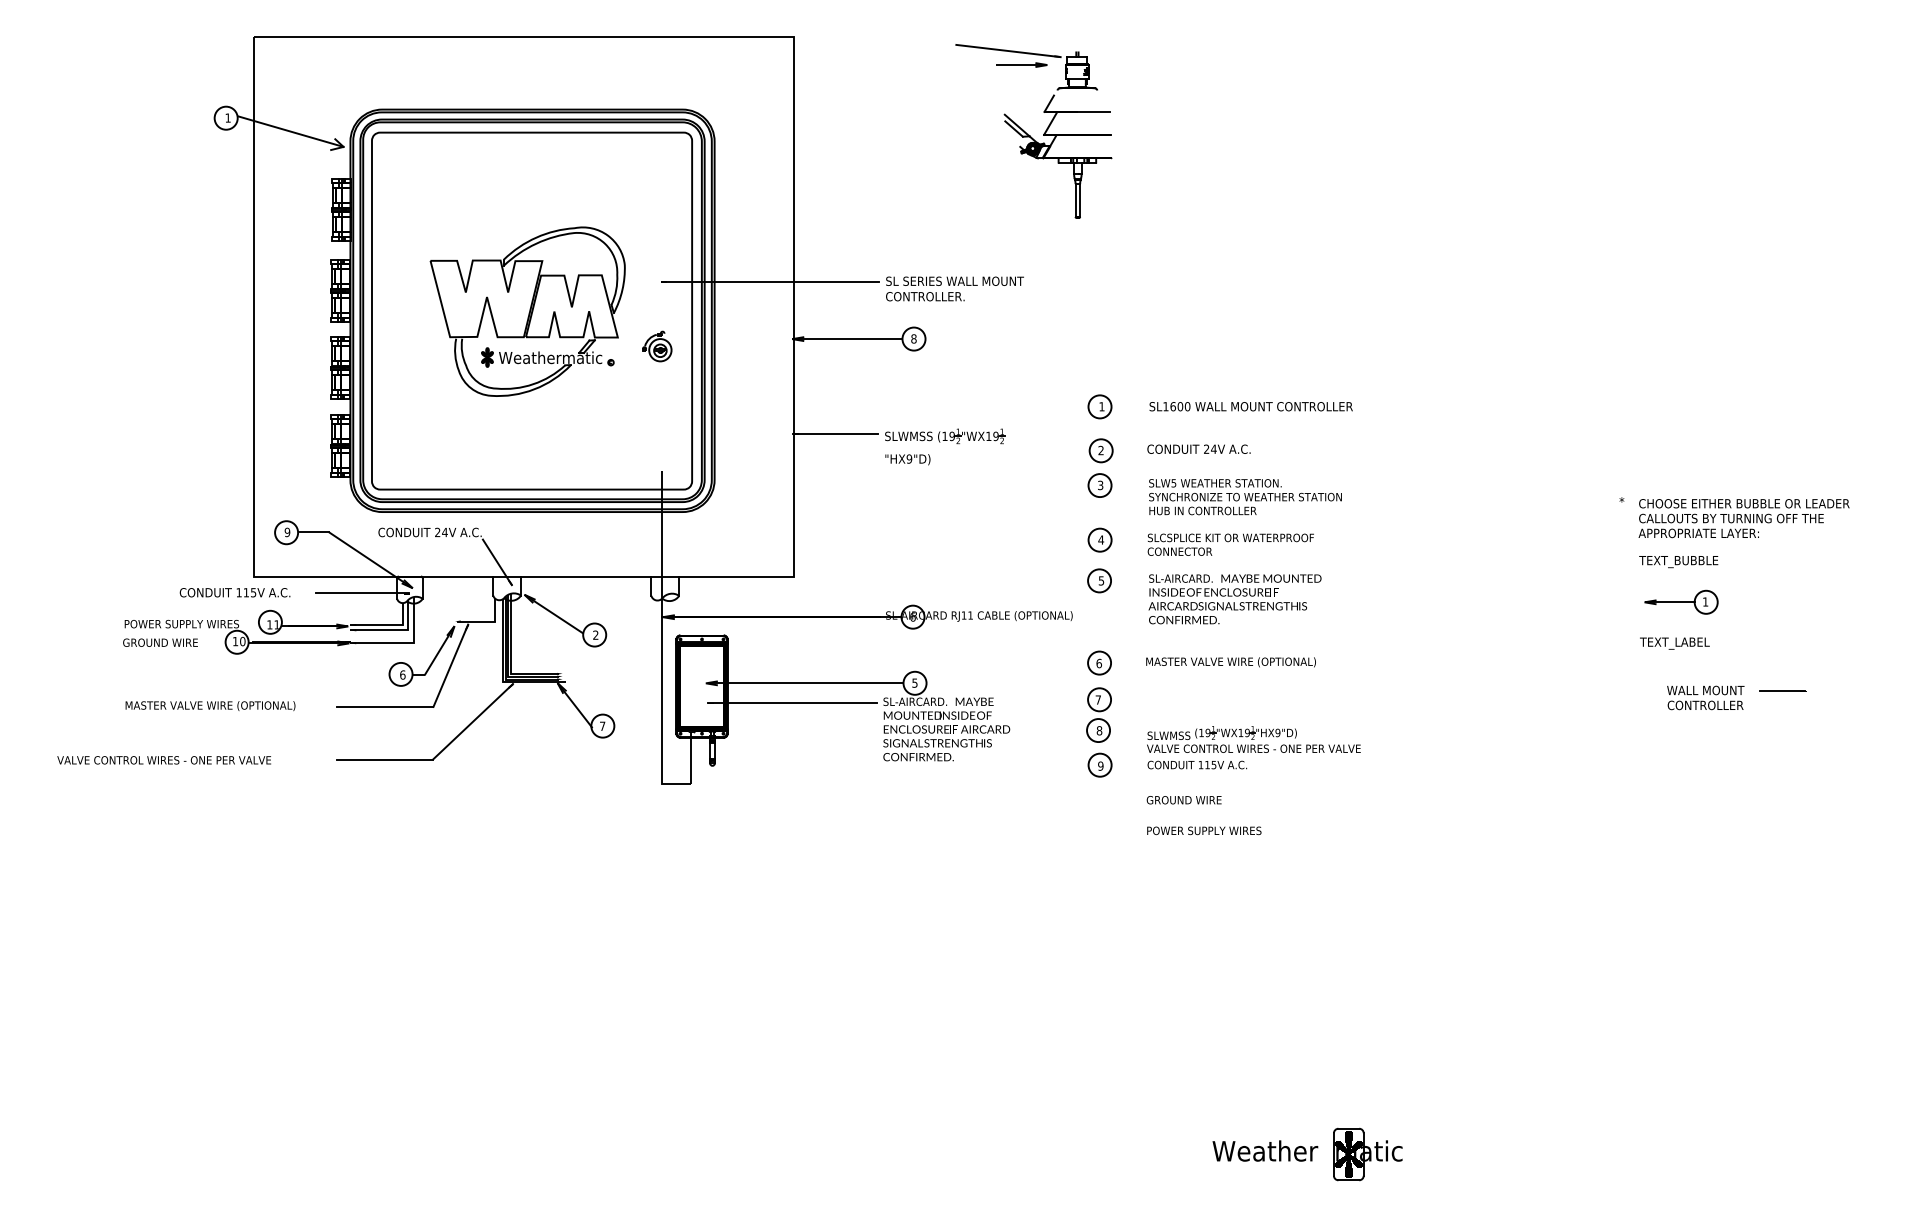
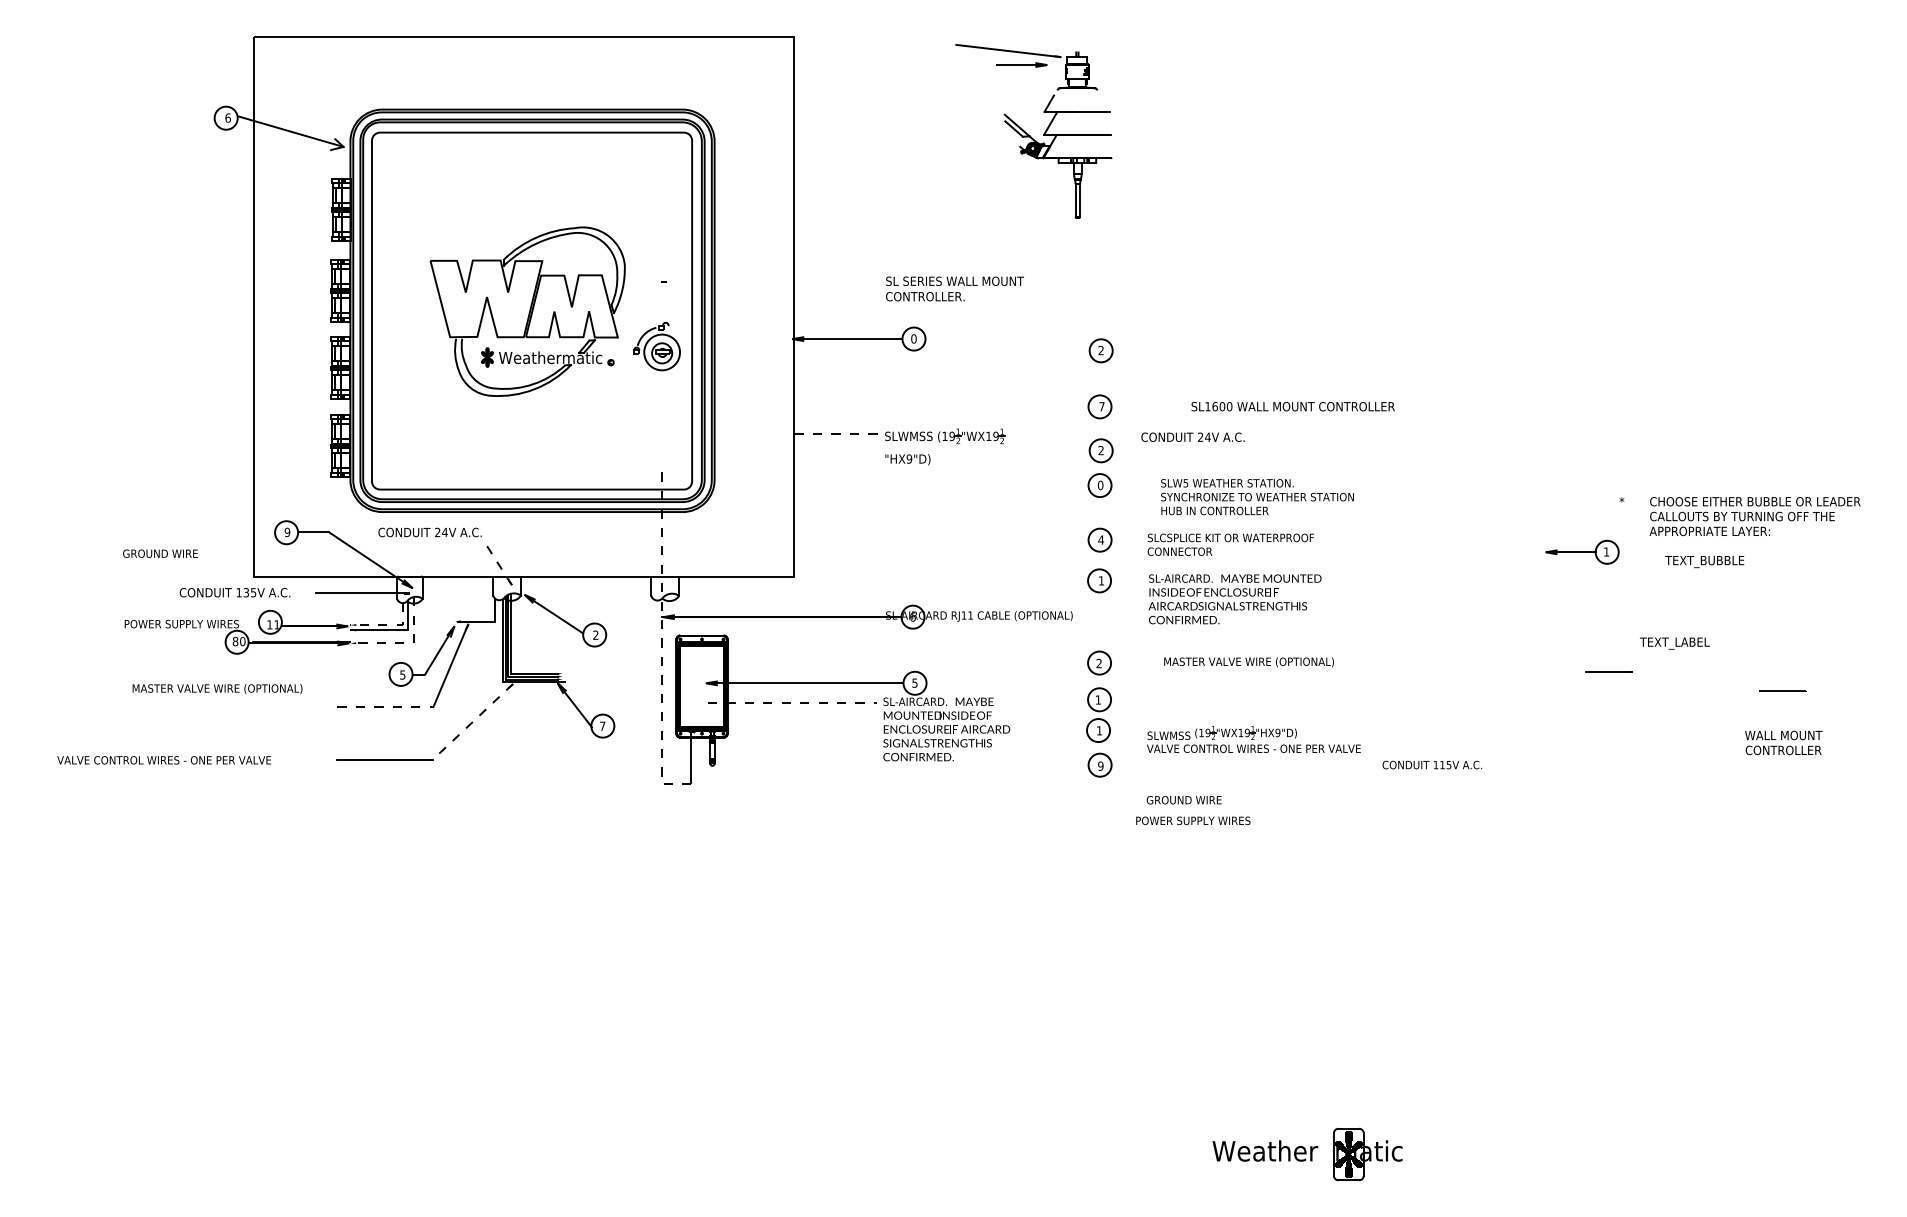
text at (227, 117): 1 -> 6
line at (770, 281): present -> none
text at (913, 338): 8 -> 0
part at (657, 346) size: 31x33 px -> 48x50 px
part at (1100, 350): none -> present
text at (1101, 406): 1 -> 7
text at (1250, 406) position: (1250, 406) -> (1292, 406)
line at (834, 433): solid -> dashed
text at (1198, 448) position: (1198, 448) -> (1192, 436)
text at (1100, 485): 3 -> 0
text at (1245, 497) position: (1245, 497) -> (1257, 497)
text at (1743, 518) position: (1743, 518) -> (1754, 516)
line at (497, 562): solid -> dashed
text at (1678, 562) position: (1678, 562) -> (1704, 562)
text at (1101, 580): 5 -> 1
text at (245, 592): 115V -> 135V
part at (1681, 601) position: (1681, 601) -> (1582, 551)
line at (387, 624): solid -> dashed
text at (235, 641): 10 -> 80
text at (160, 642) position: (160, 642) -> (160, 553)
line at (662, 642): solid -> dashed
line at (404, 643): solid -> dashed
text at (1230, 662) position: (1230, 662) -> (1248, 662)
text at (1098, 663): 6 -> 2
line at (1608, 671): none -> present
text at (402, 674): 6 -> 5
text at (1705, 697) position: (1705, 697) -> (1783, 742)
text at (1097, 699): 7 -> 1
line at (792, 703): solid -> dashed
text at (210, 706) position: (210, 706) -> (217, 689)
line at (385, 706): solid -> dashed
line at (472, 722): solid -> dashed
text at (1099, 730): 8 -> 1
text at (1197, 764) position: (1197, 764) -> (1432, 764)
text at (1204, 830) position: (1204, 830) -> (1193, 820)
